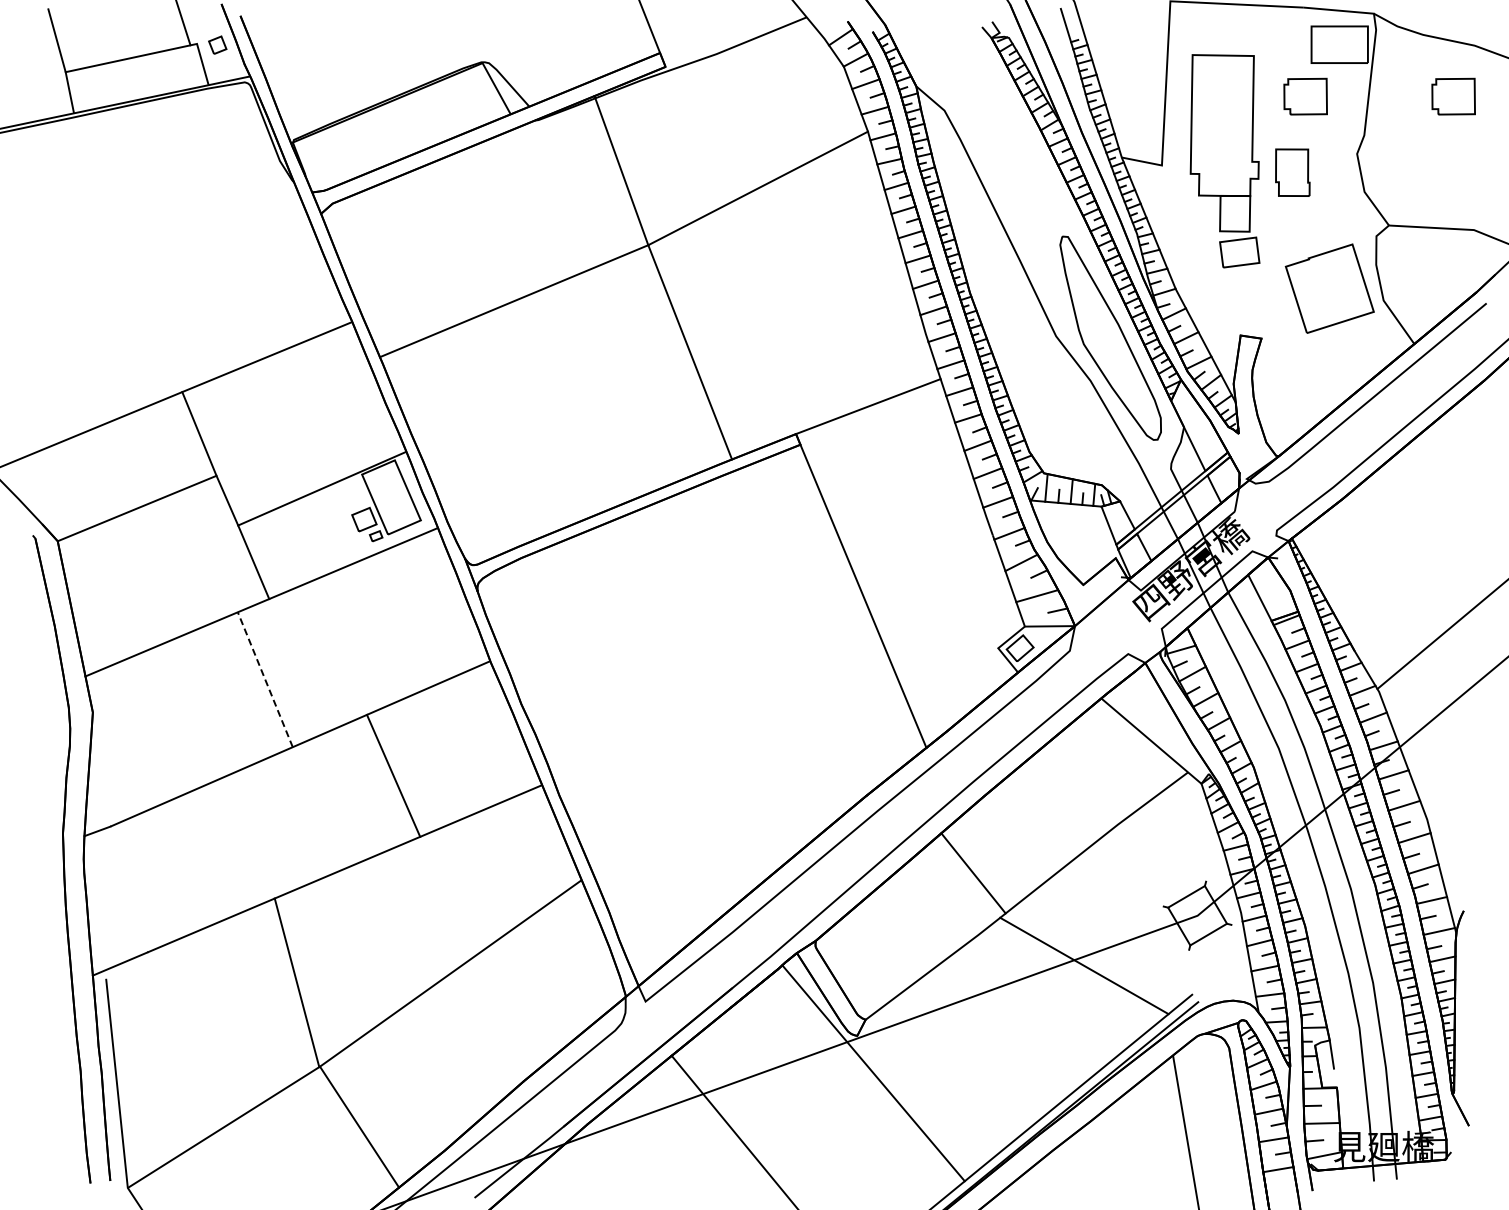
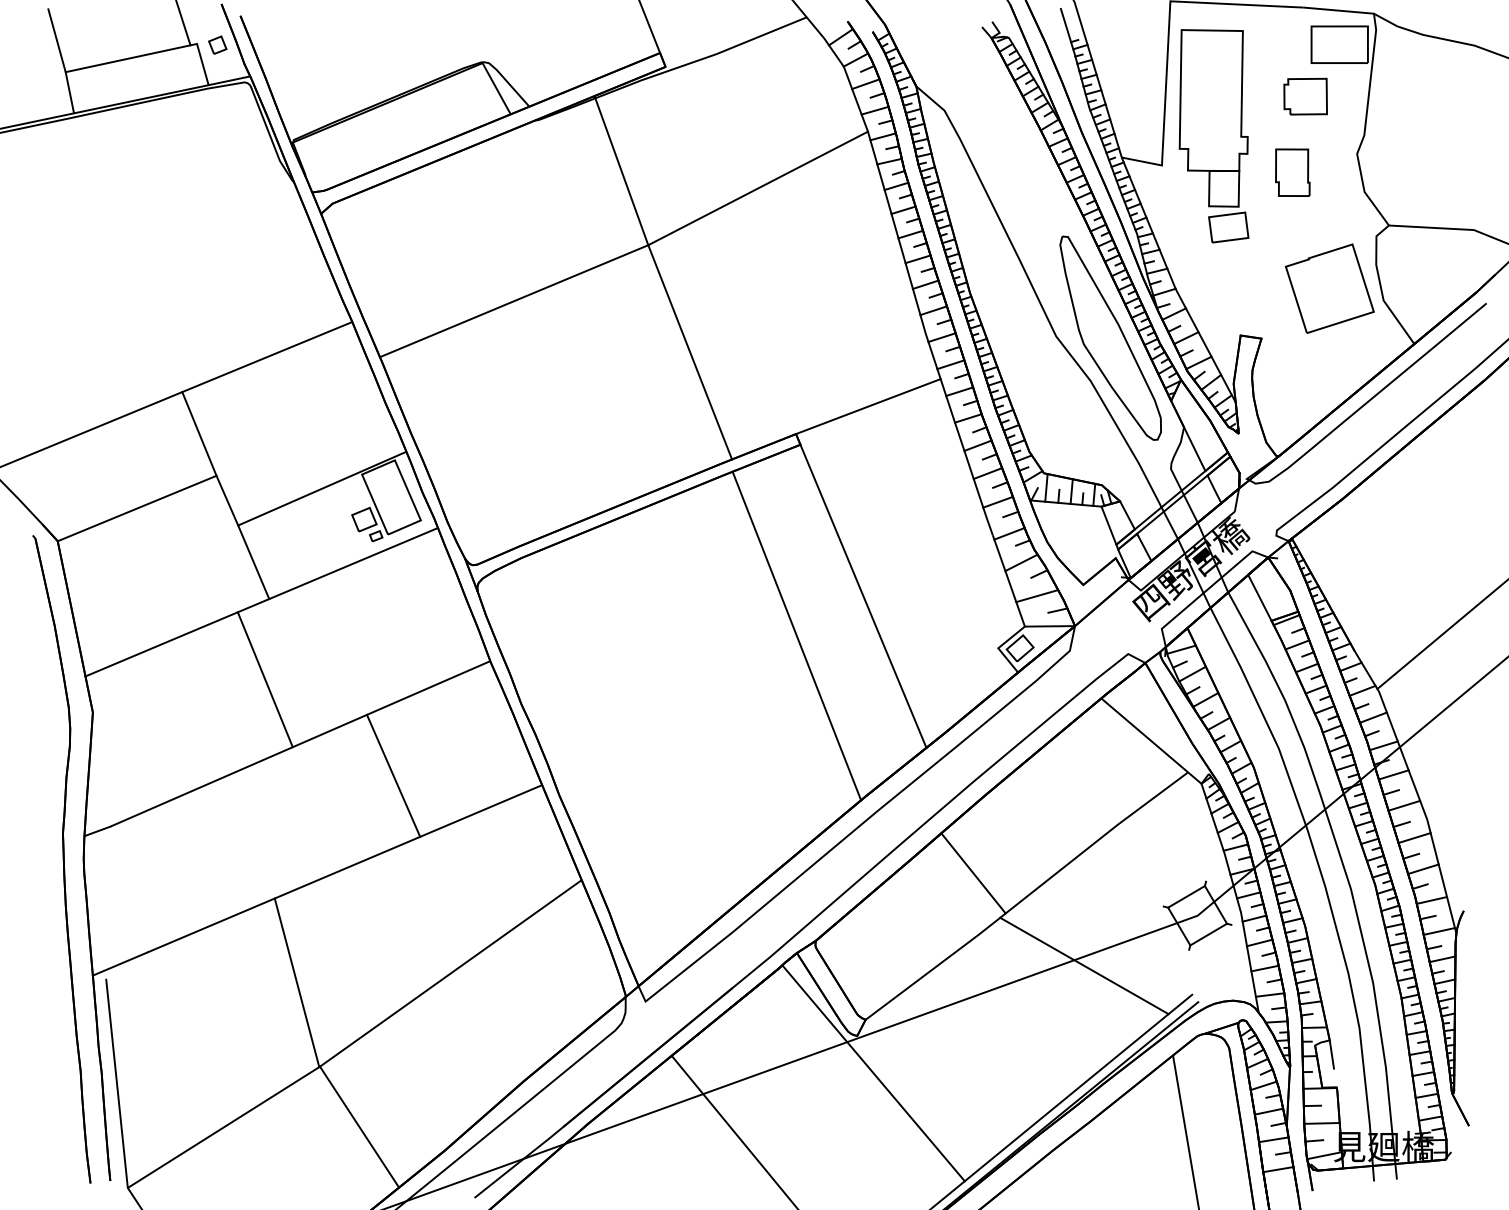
part at (1453, 96): present -> none
part at (1224, 161) position: (1224, 161) -> (1213, 136)
line at (796, 635): none -> present
line at (265, 679): dashed -> solid
